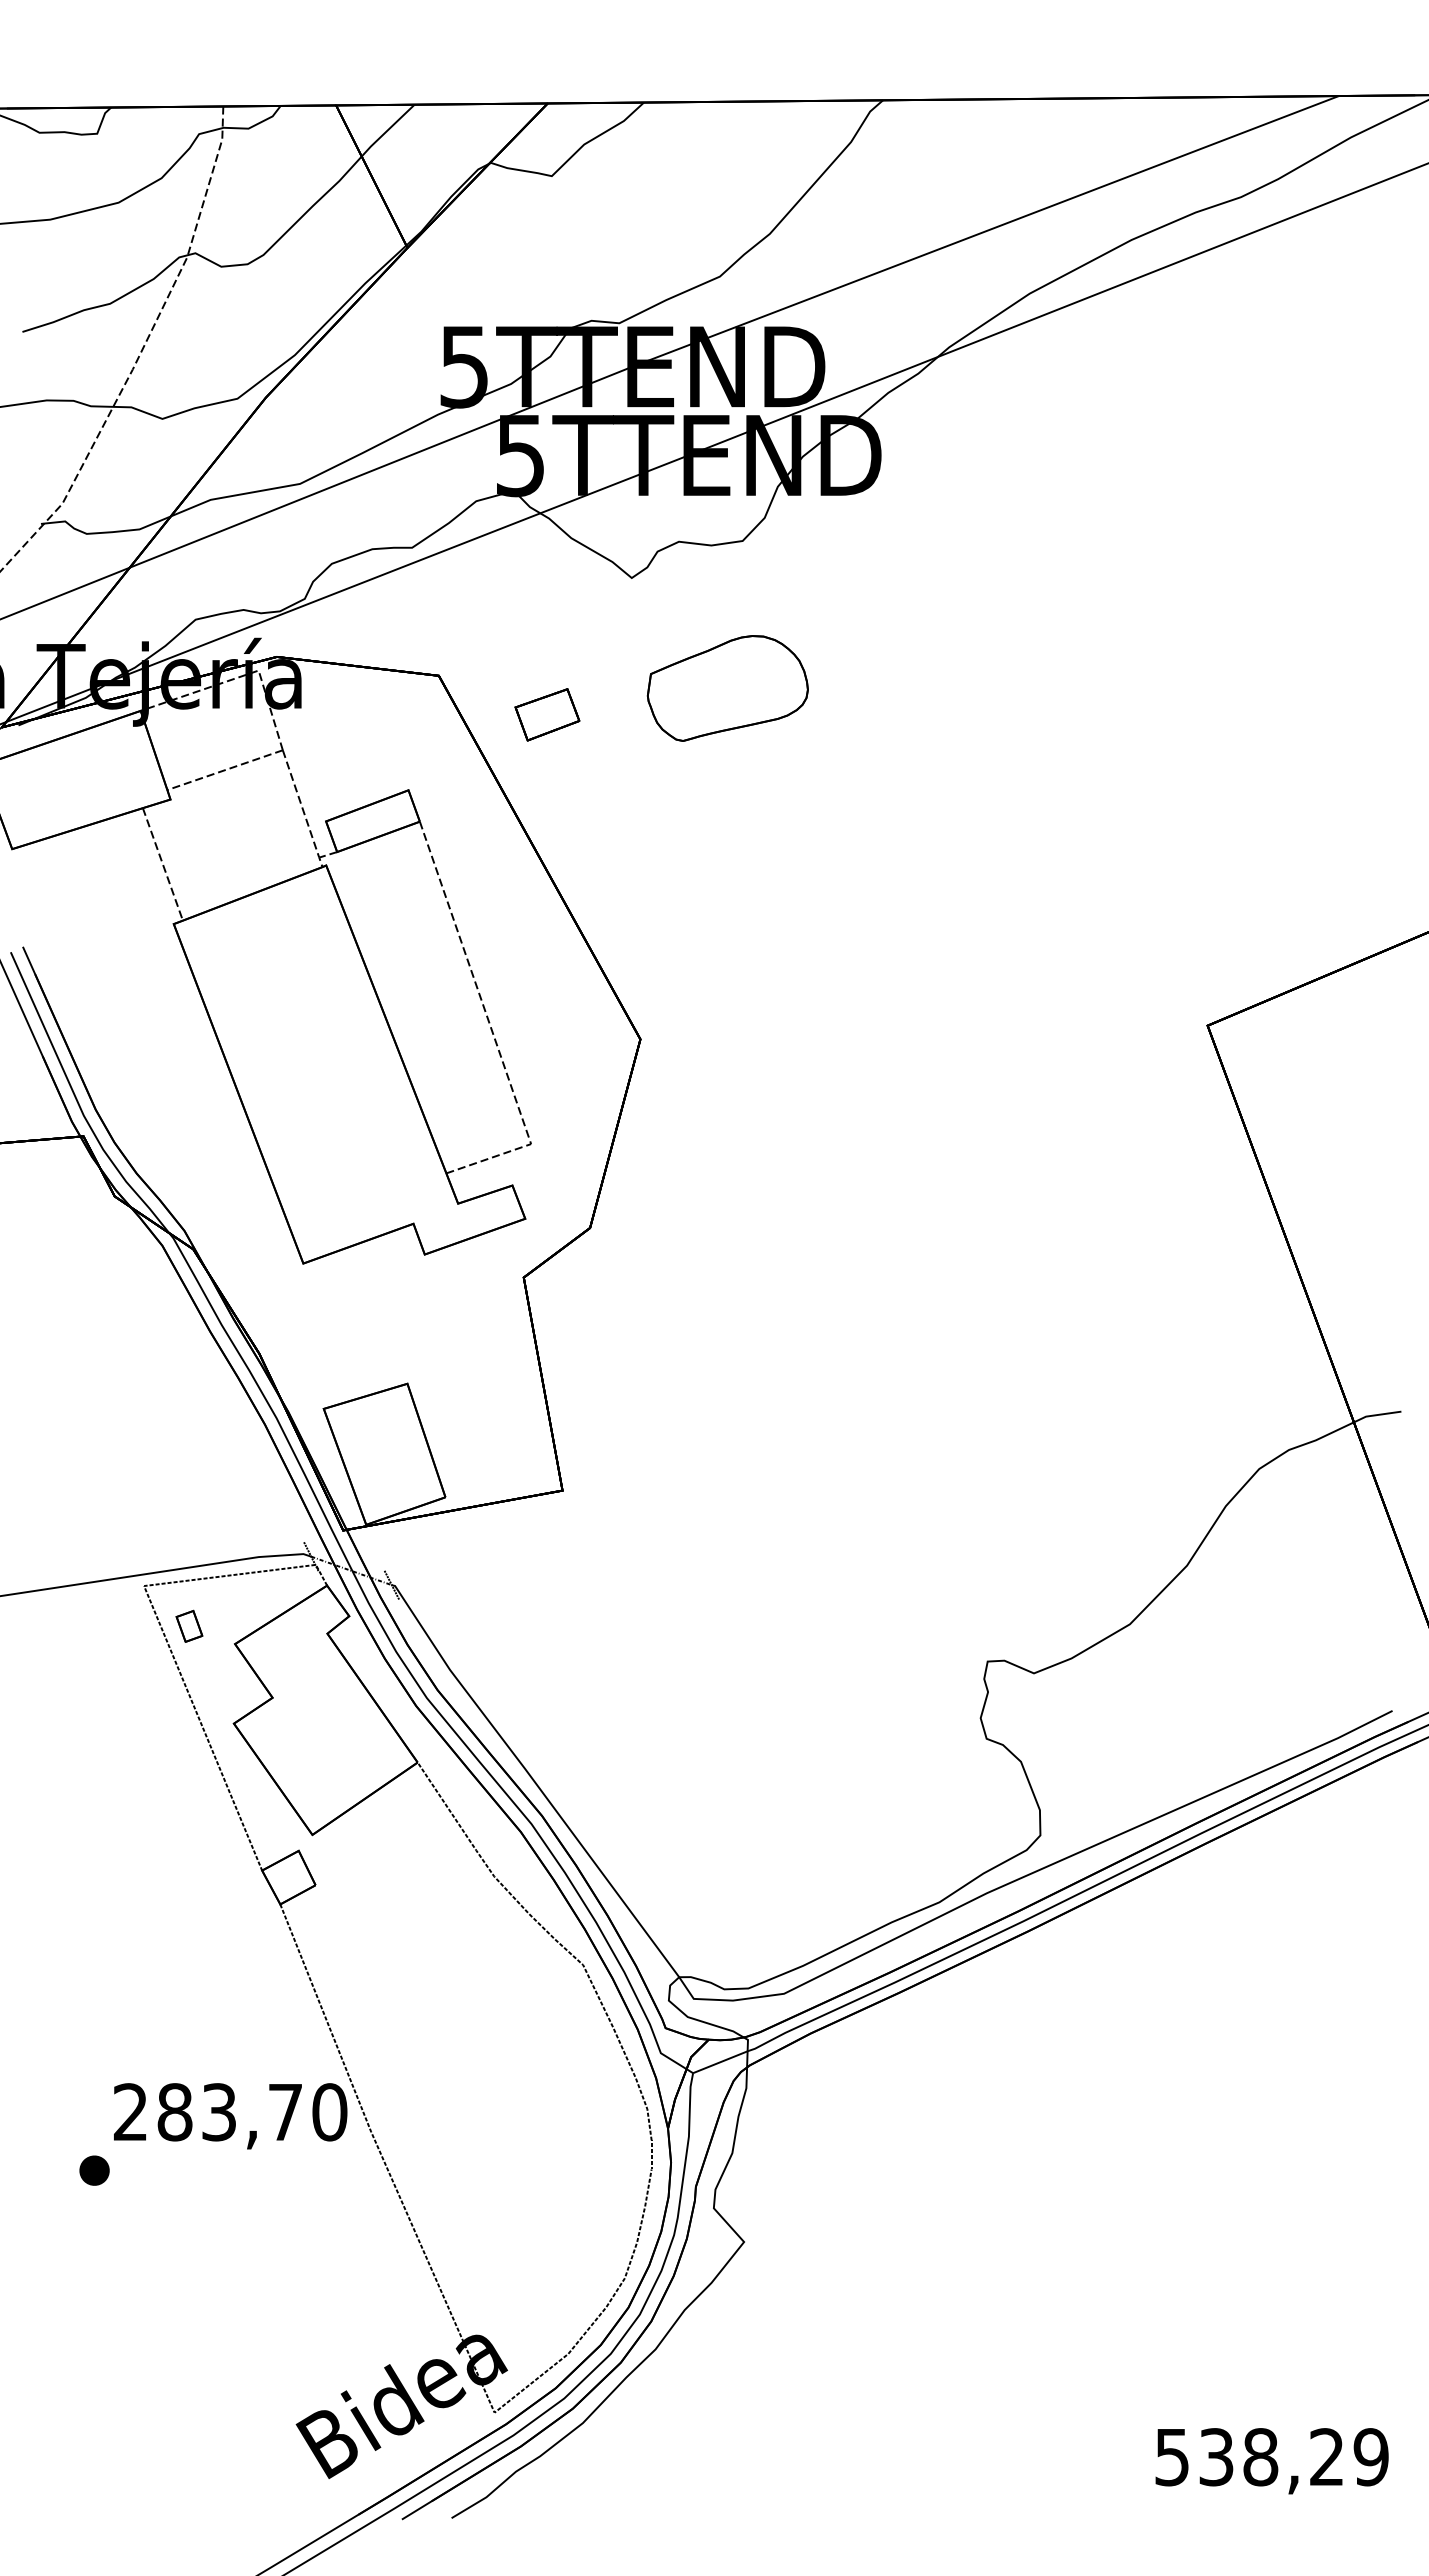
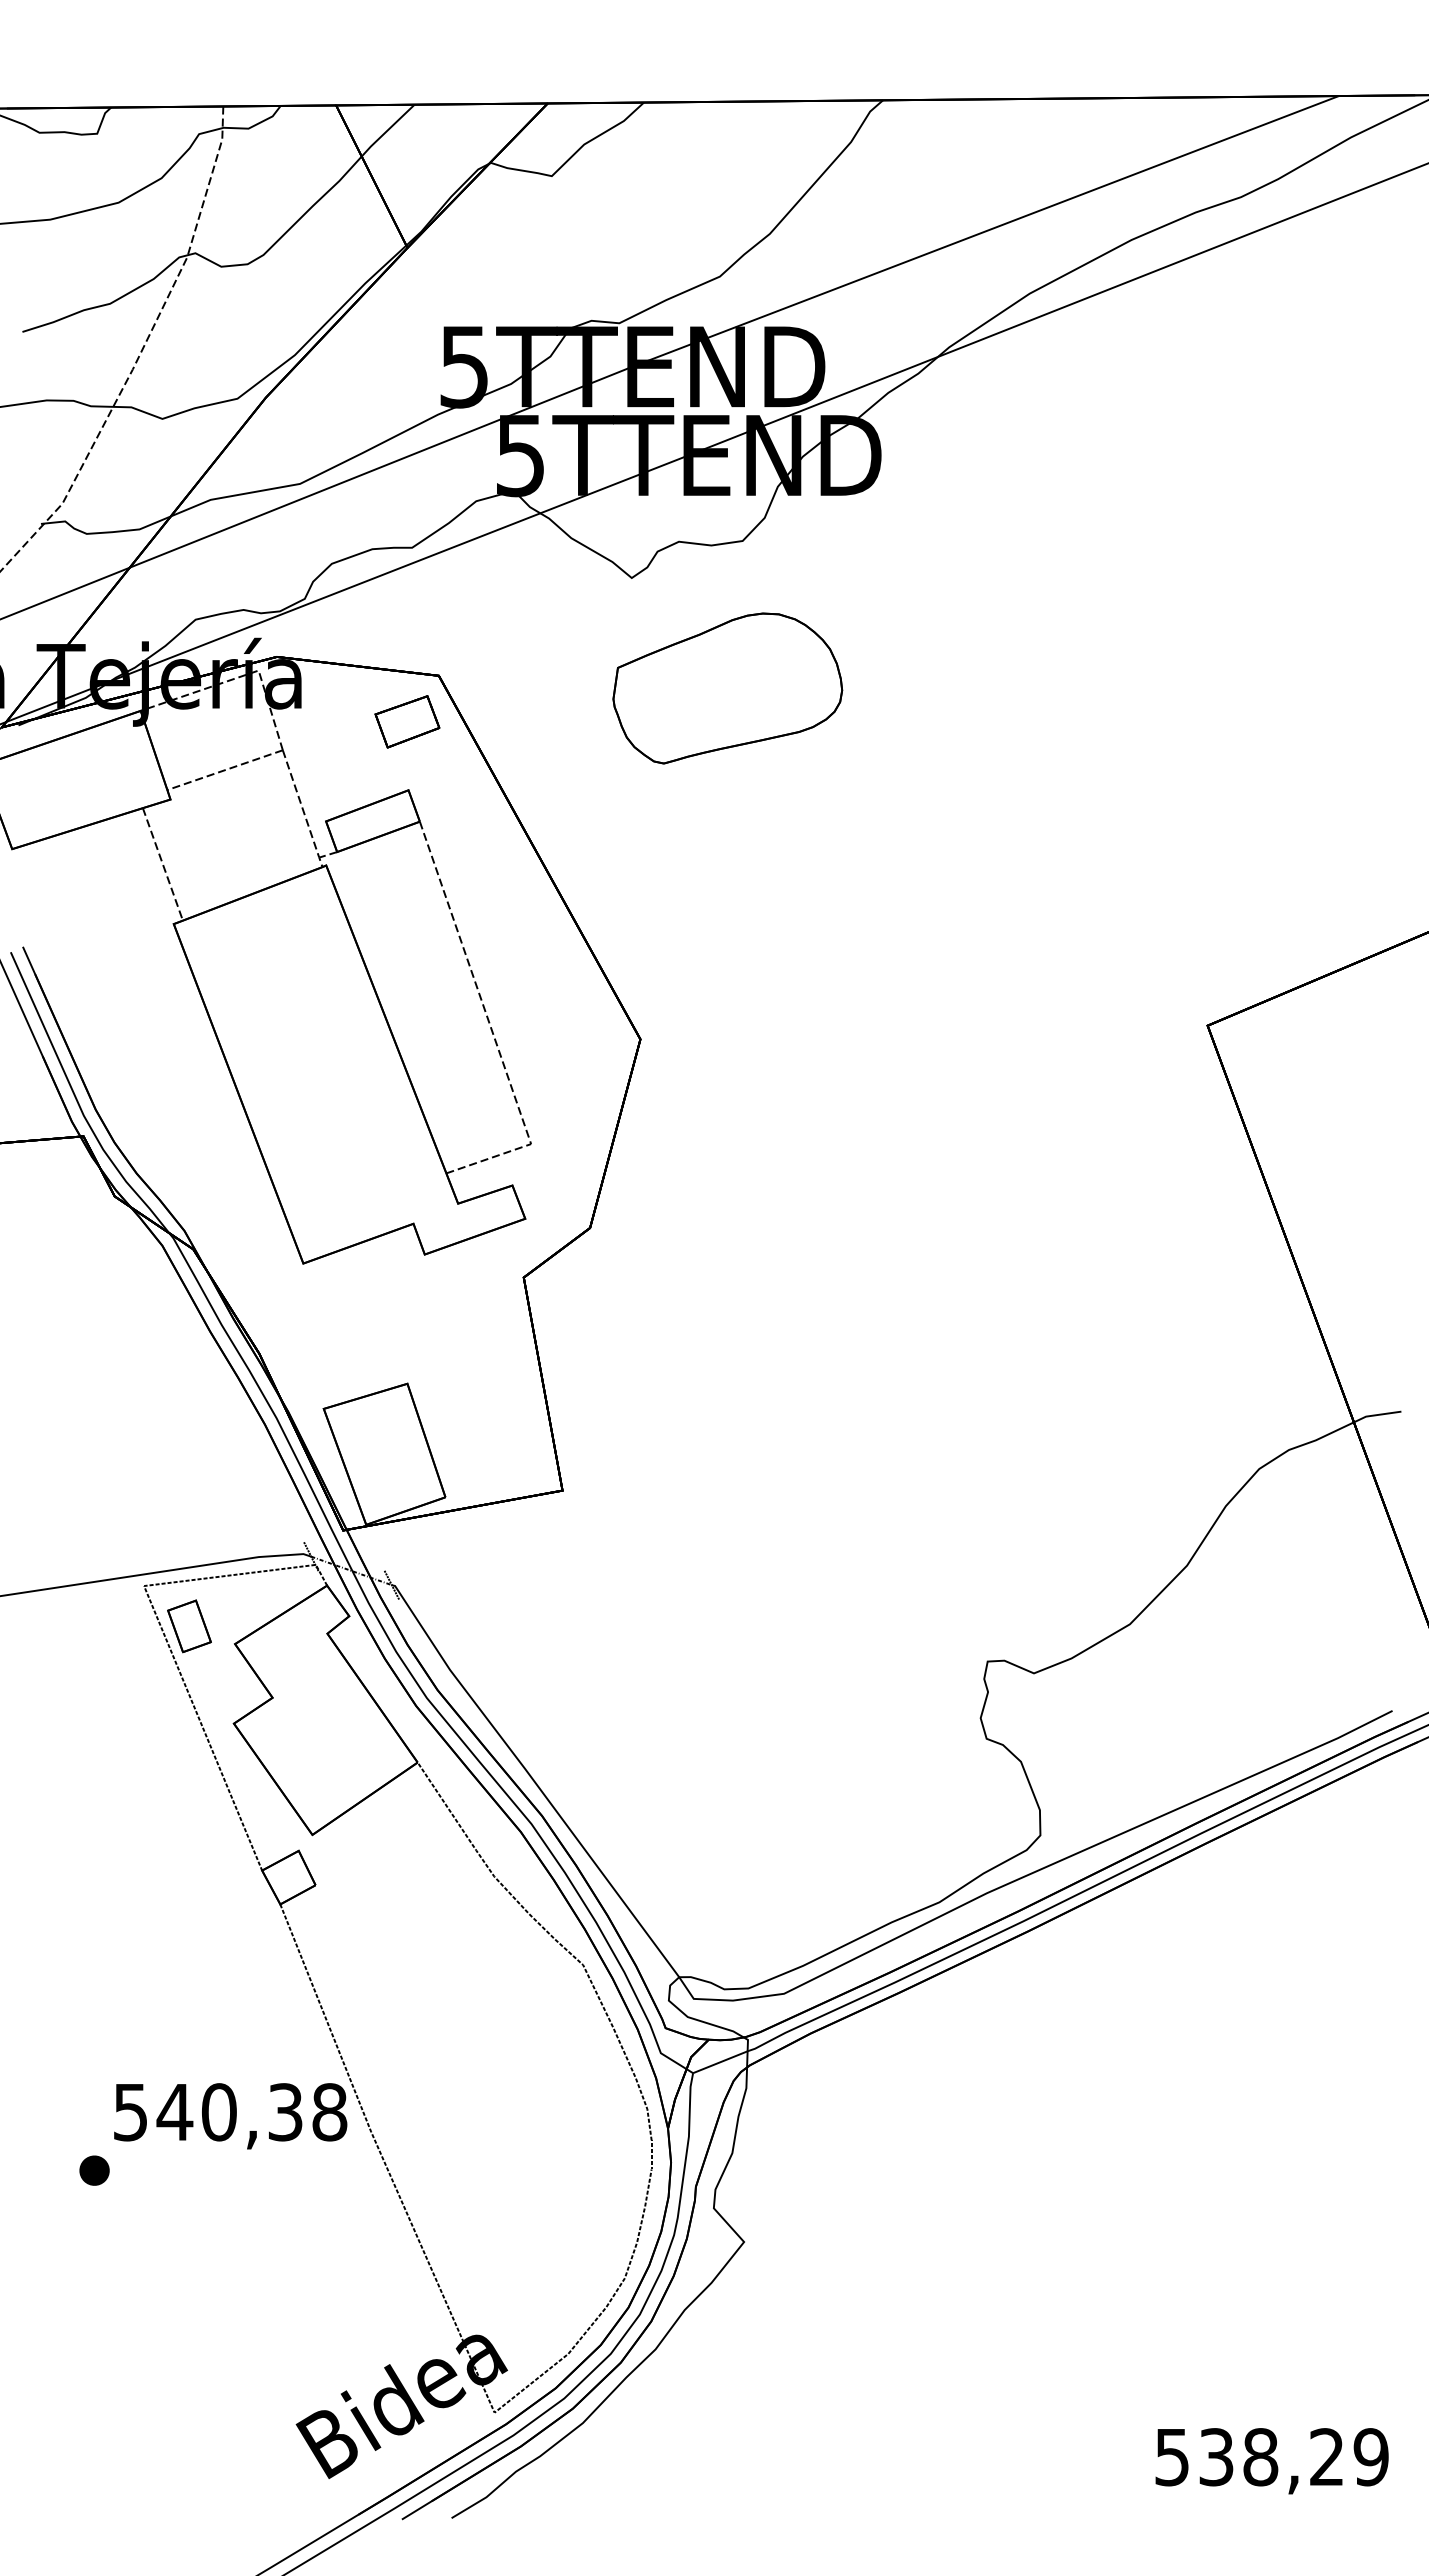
part at (727, 688) size: 163x107 px -> 232x153 px
part at (547, 714) position: (547, 714) -> (407, 721)
part at (189, 1625) size: 29x34 px -> 45x55 px
text at (230, 2112): 283,70 -> 540,38
